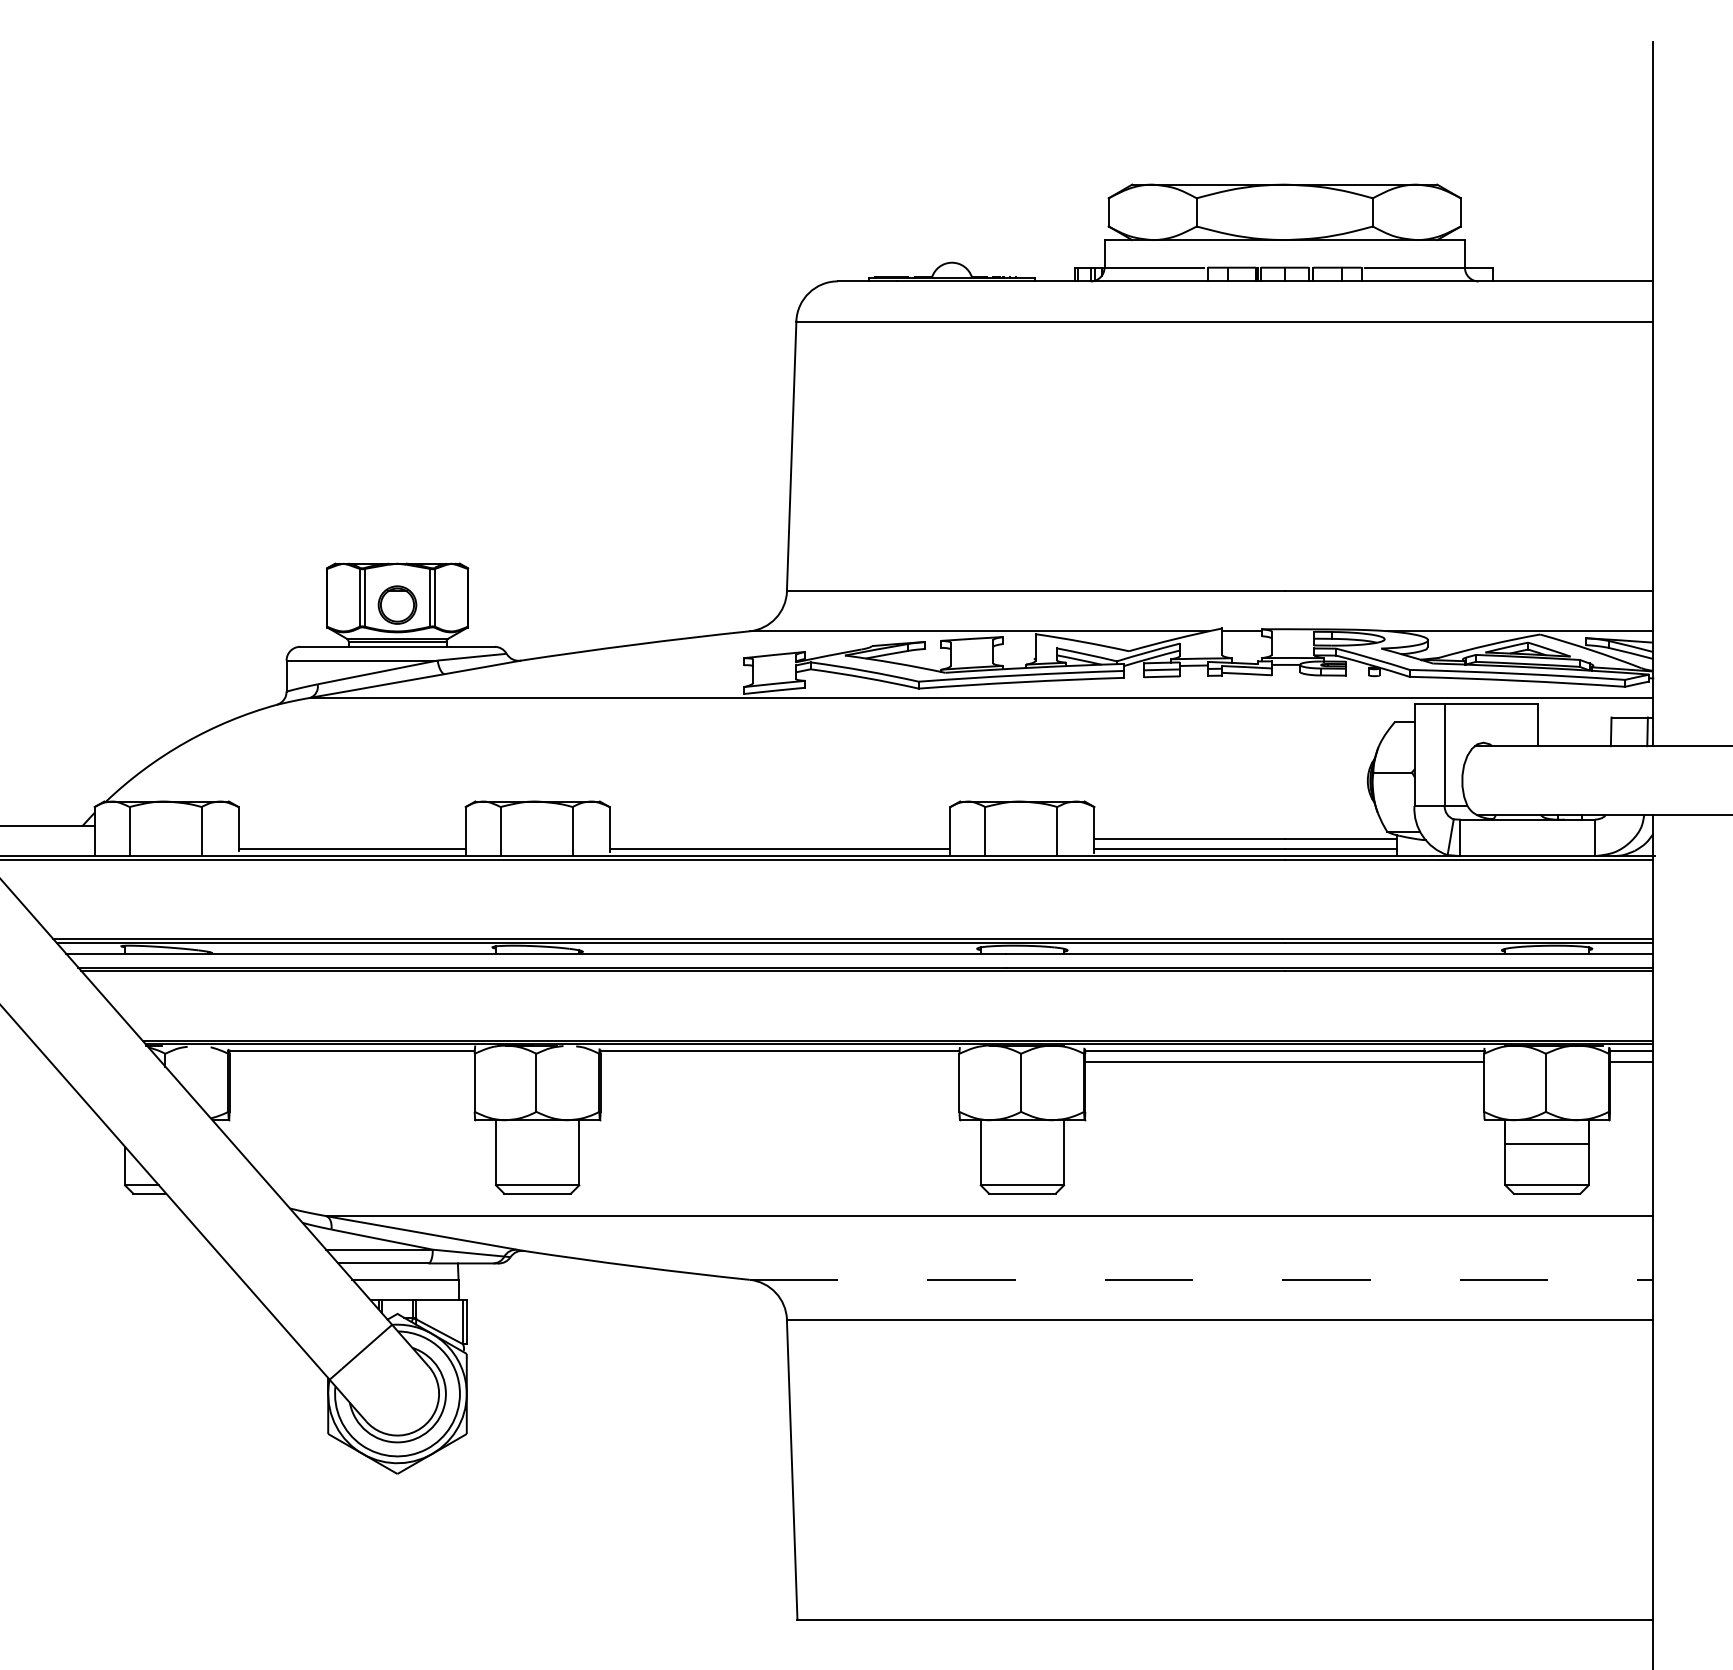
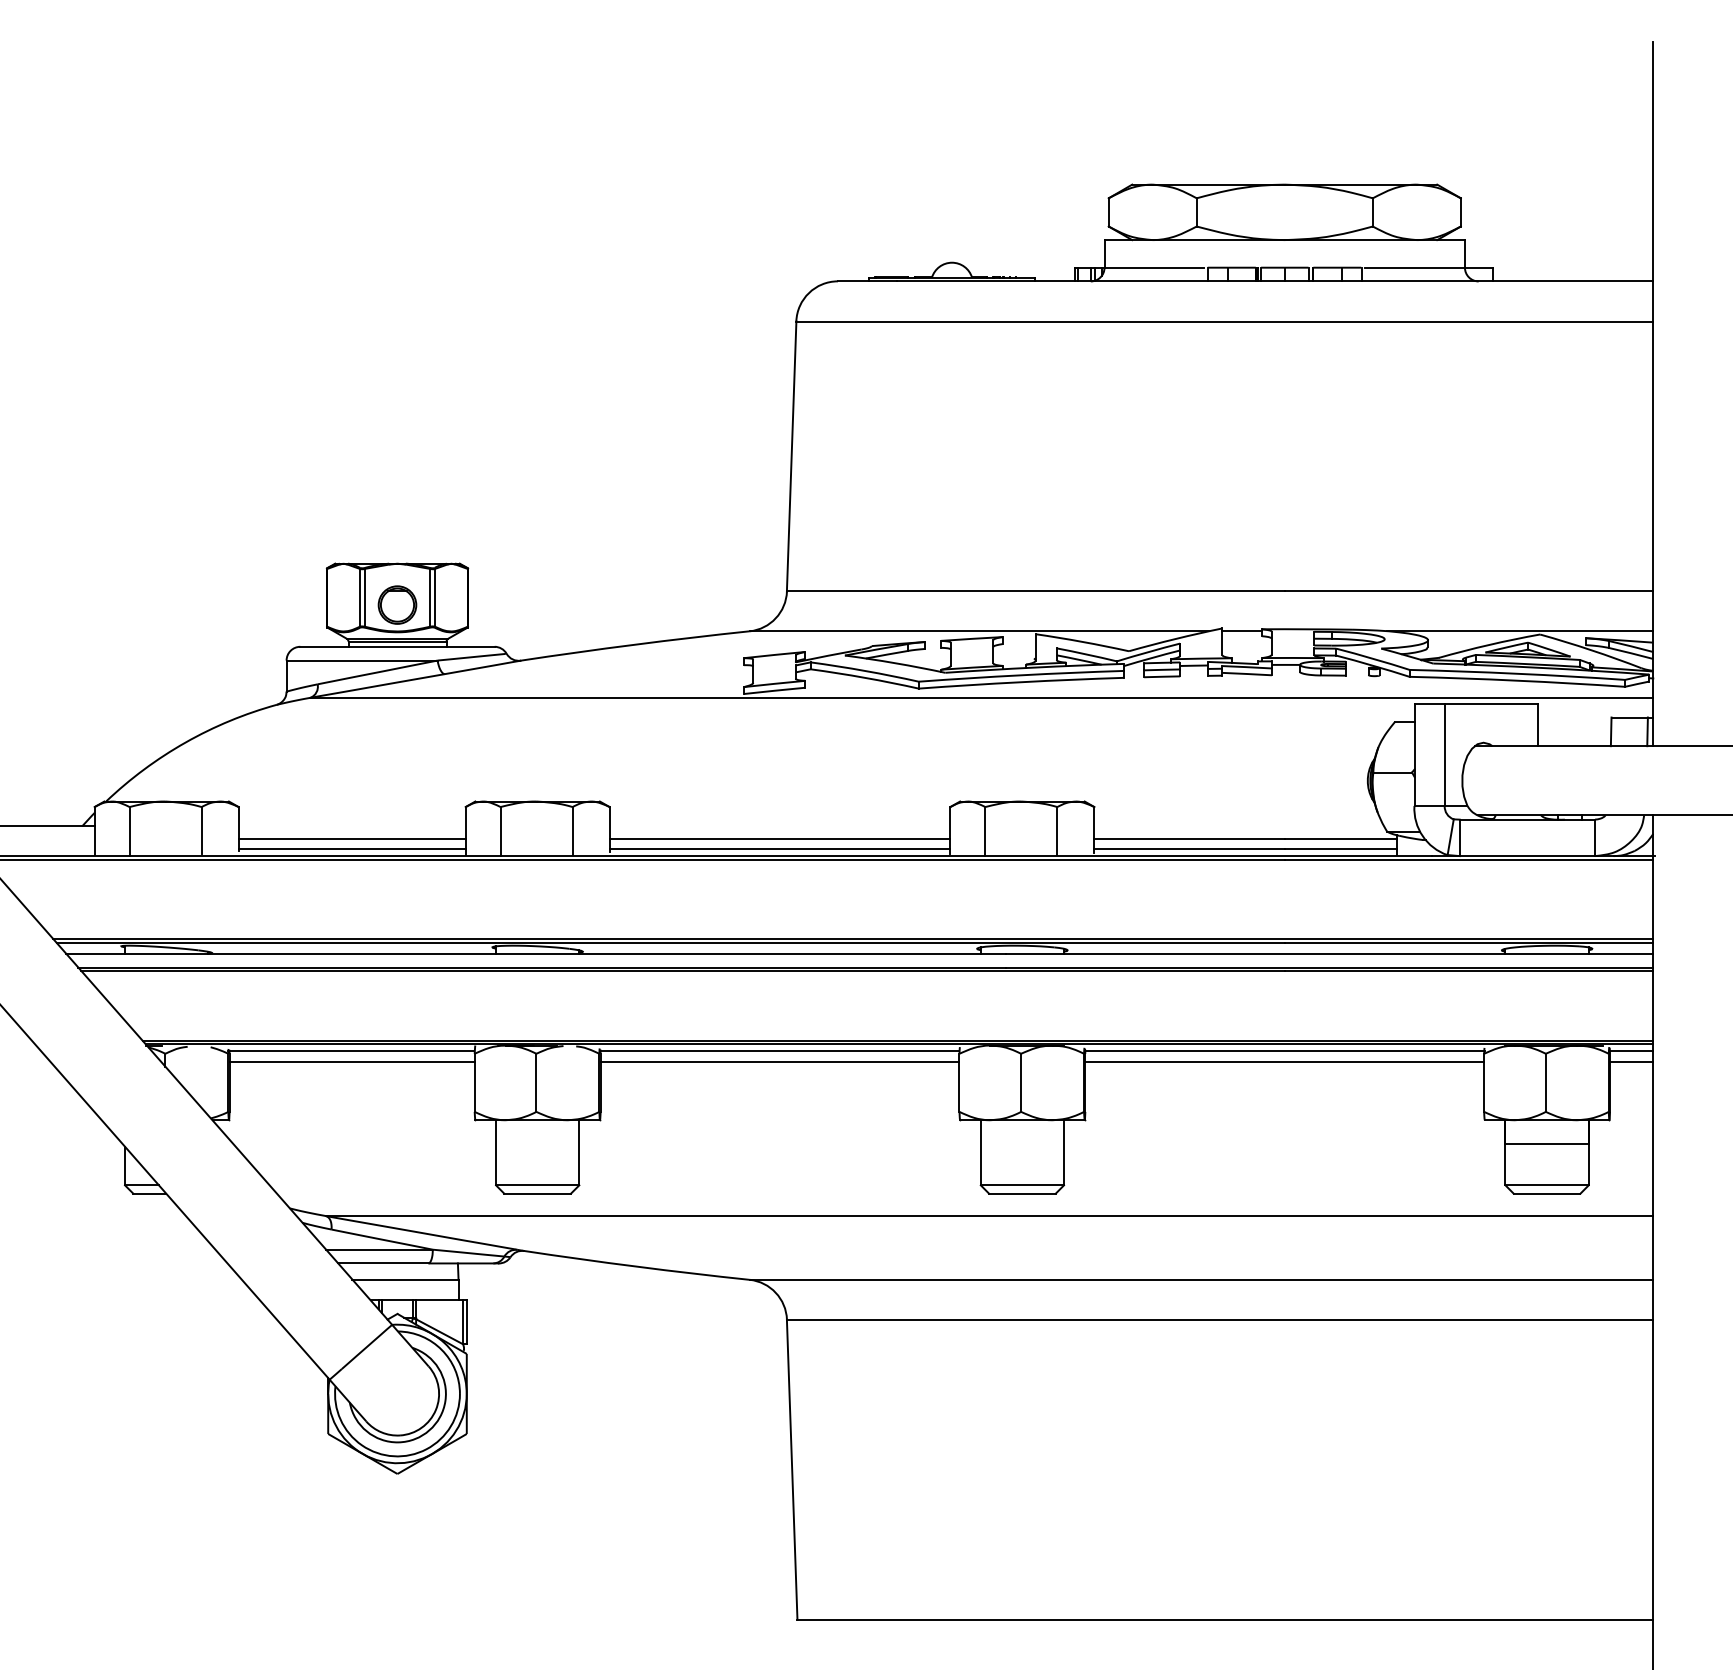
line at (351, 839): none -> present
line at (779, 839): none -> present
line at (351, 1061): none -> present
line at (779, 1061): none -> present
line at (1201, 1279): dashed -> solid
